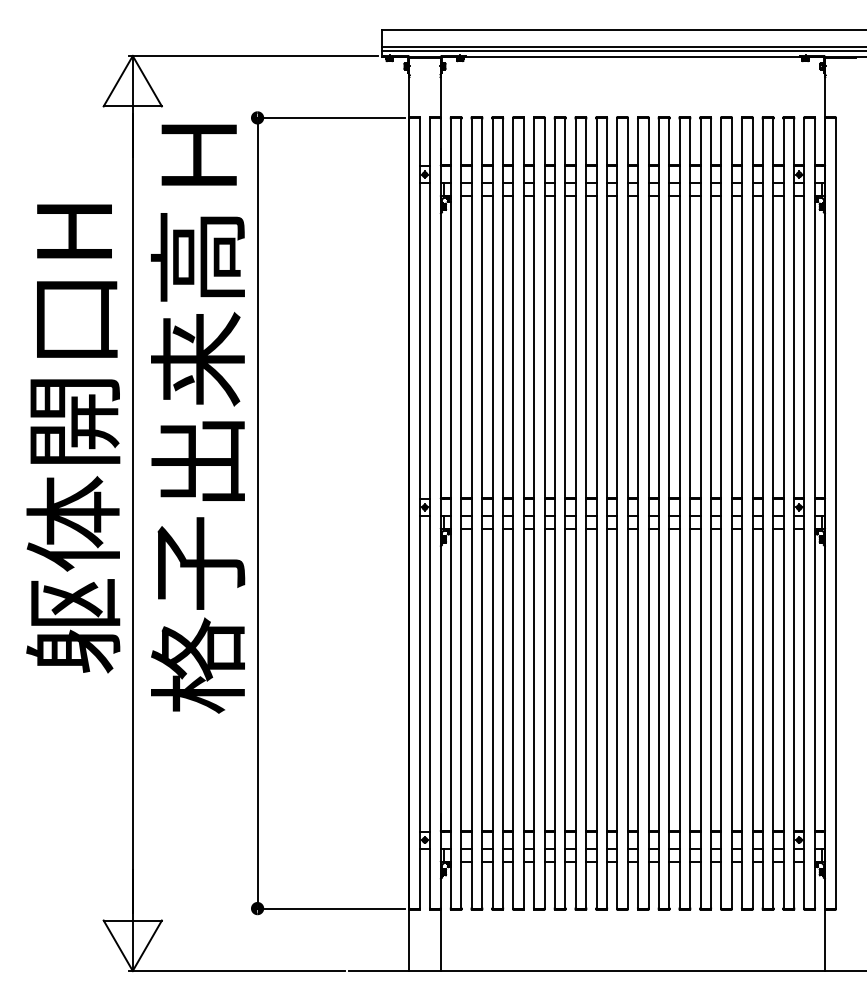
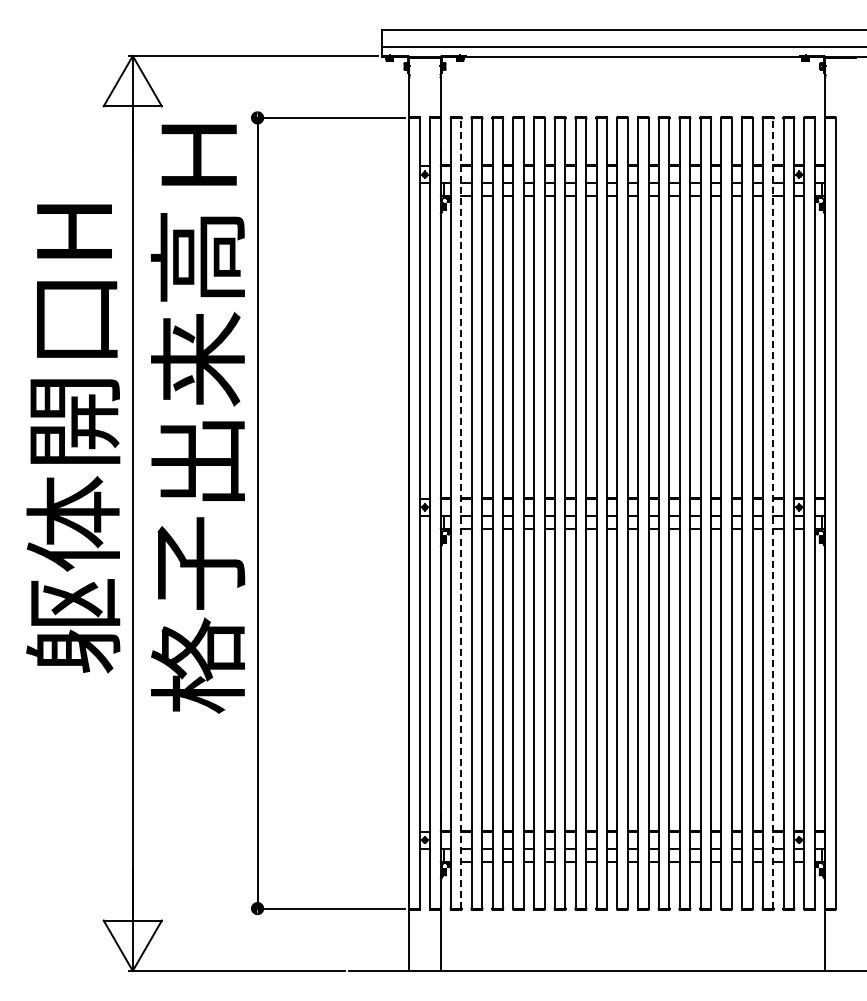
line at (622, 51): present -> none
line at (461, 513): solid -> dashed
line at (773, 513): solid -> dashed
